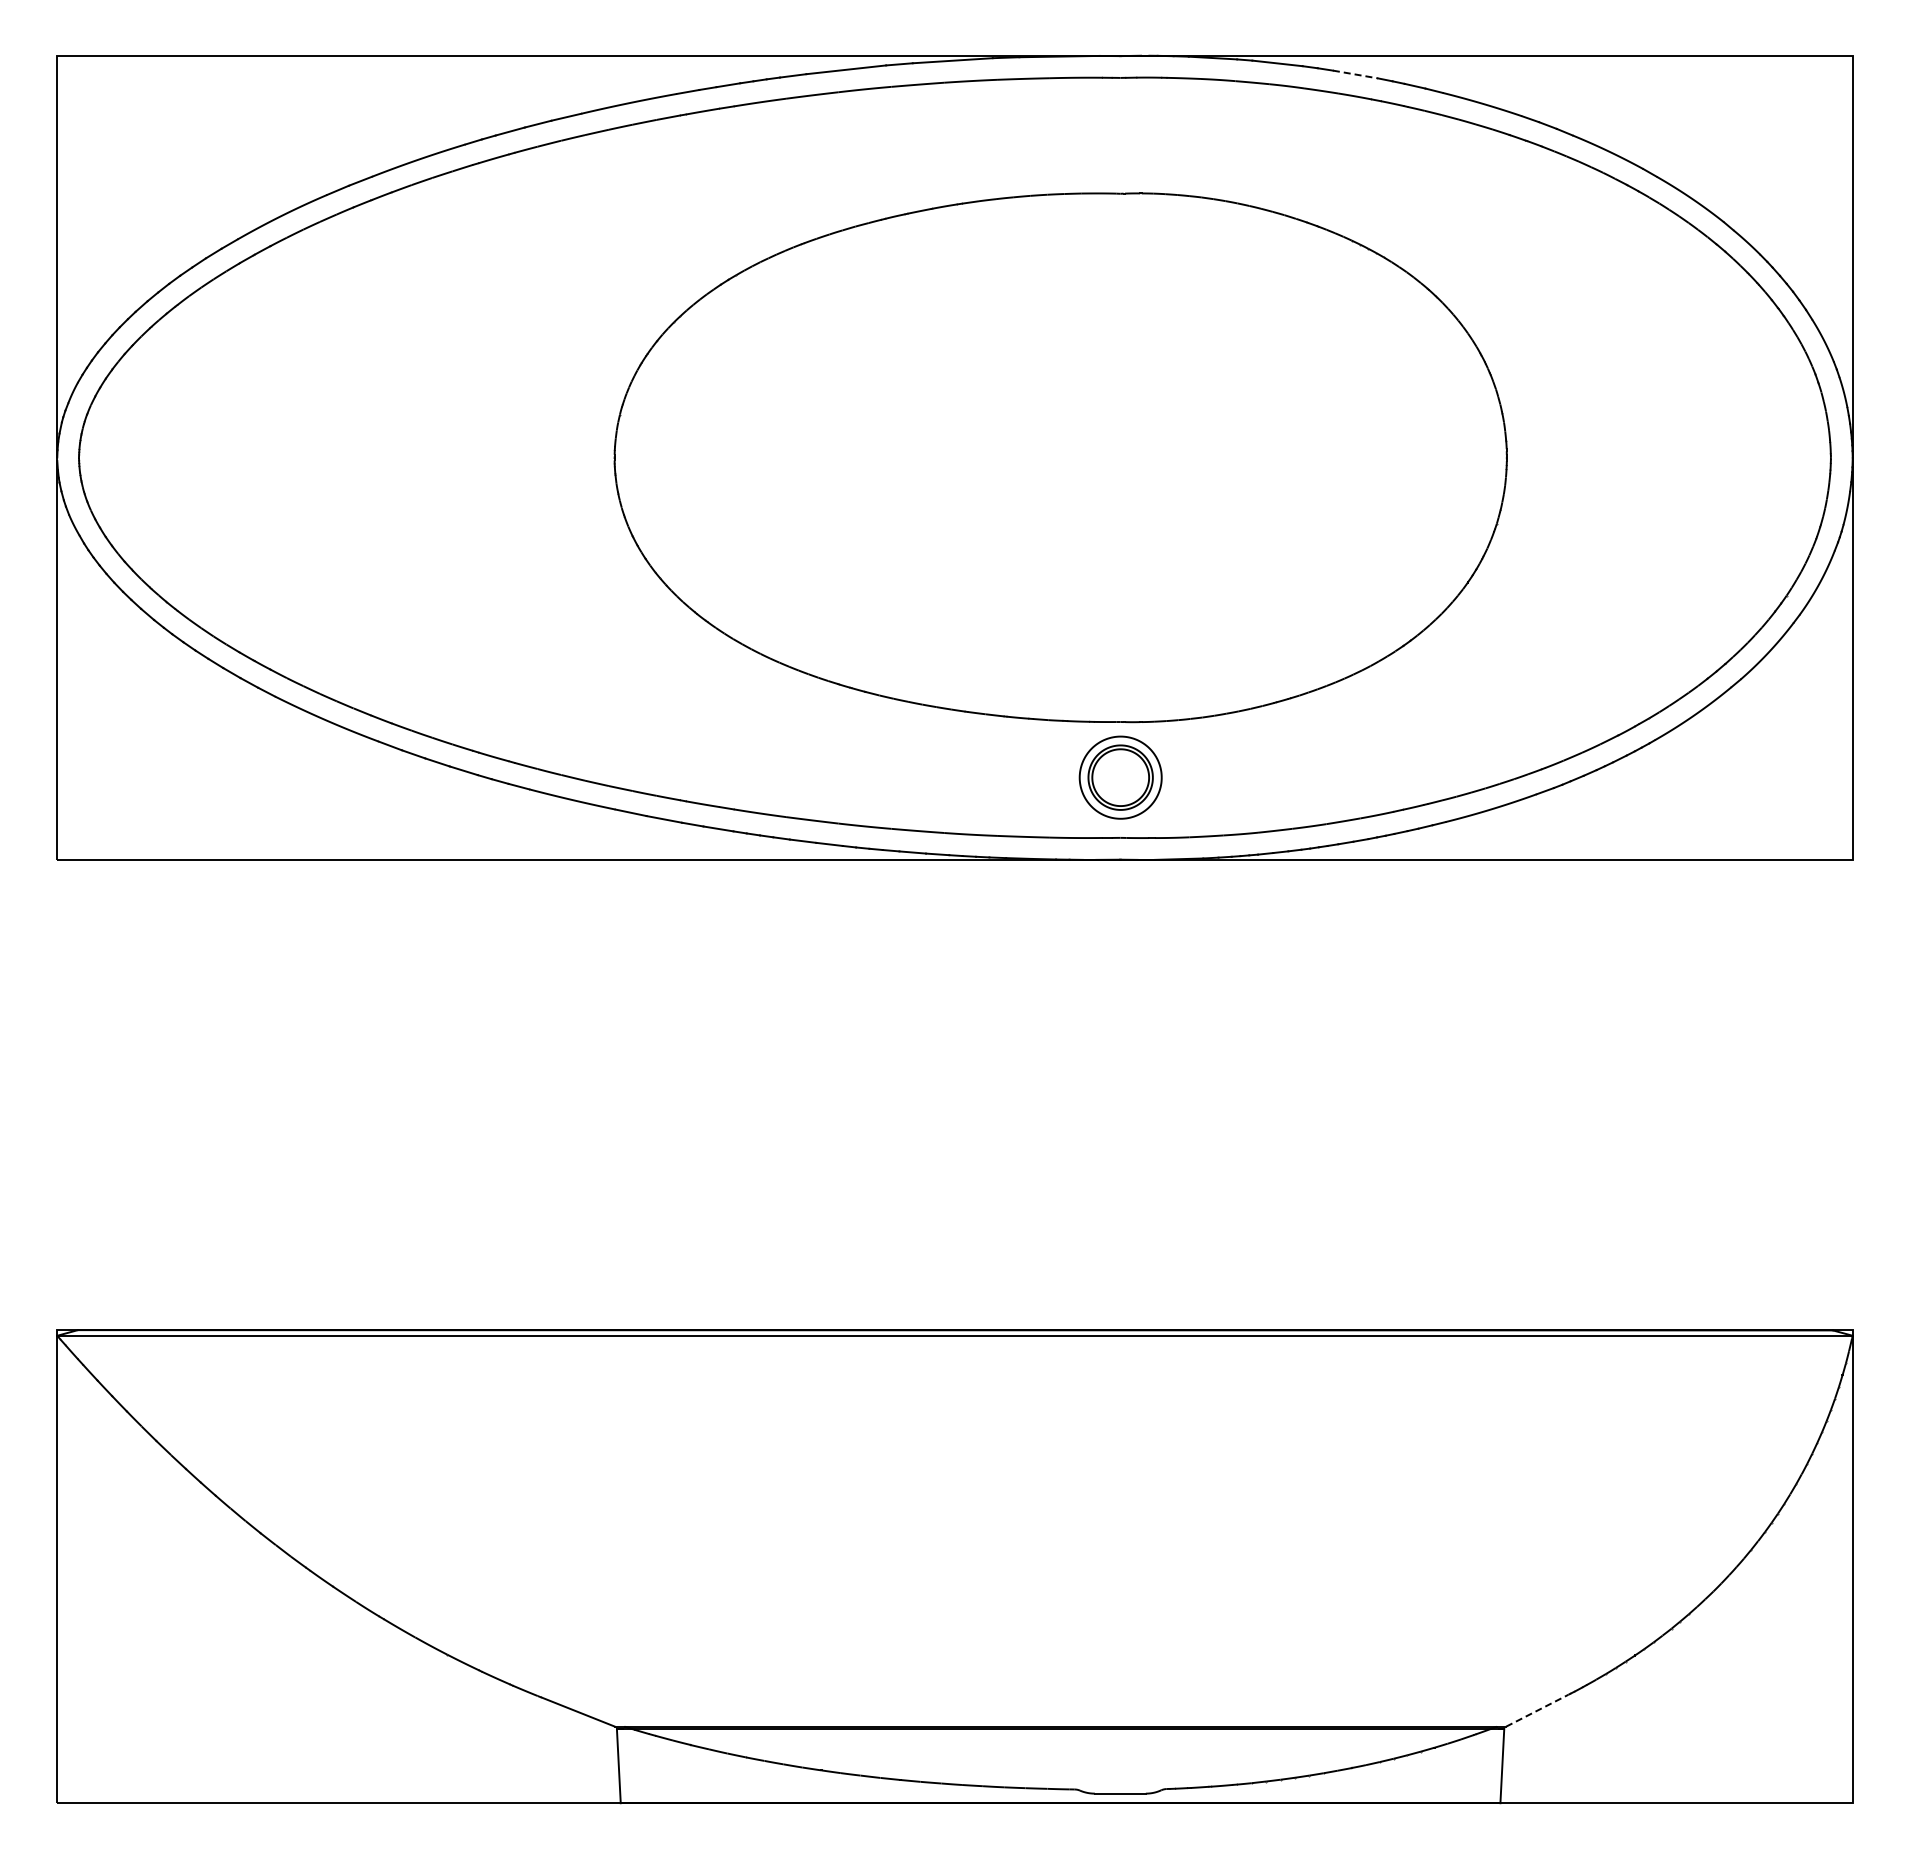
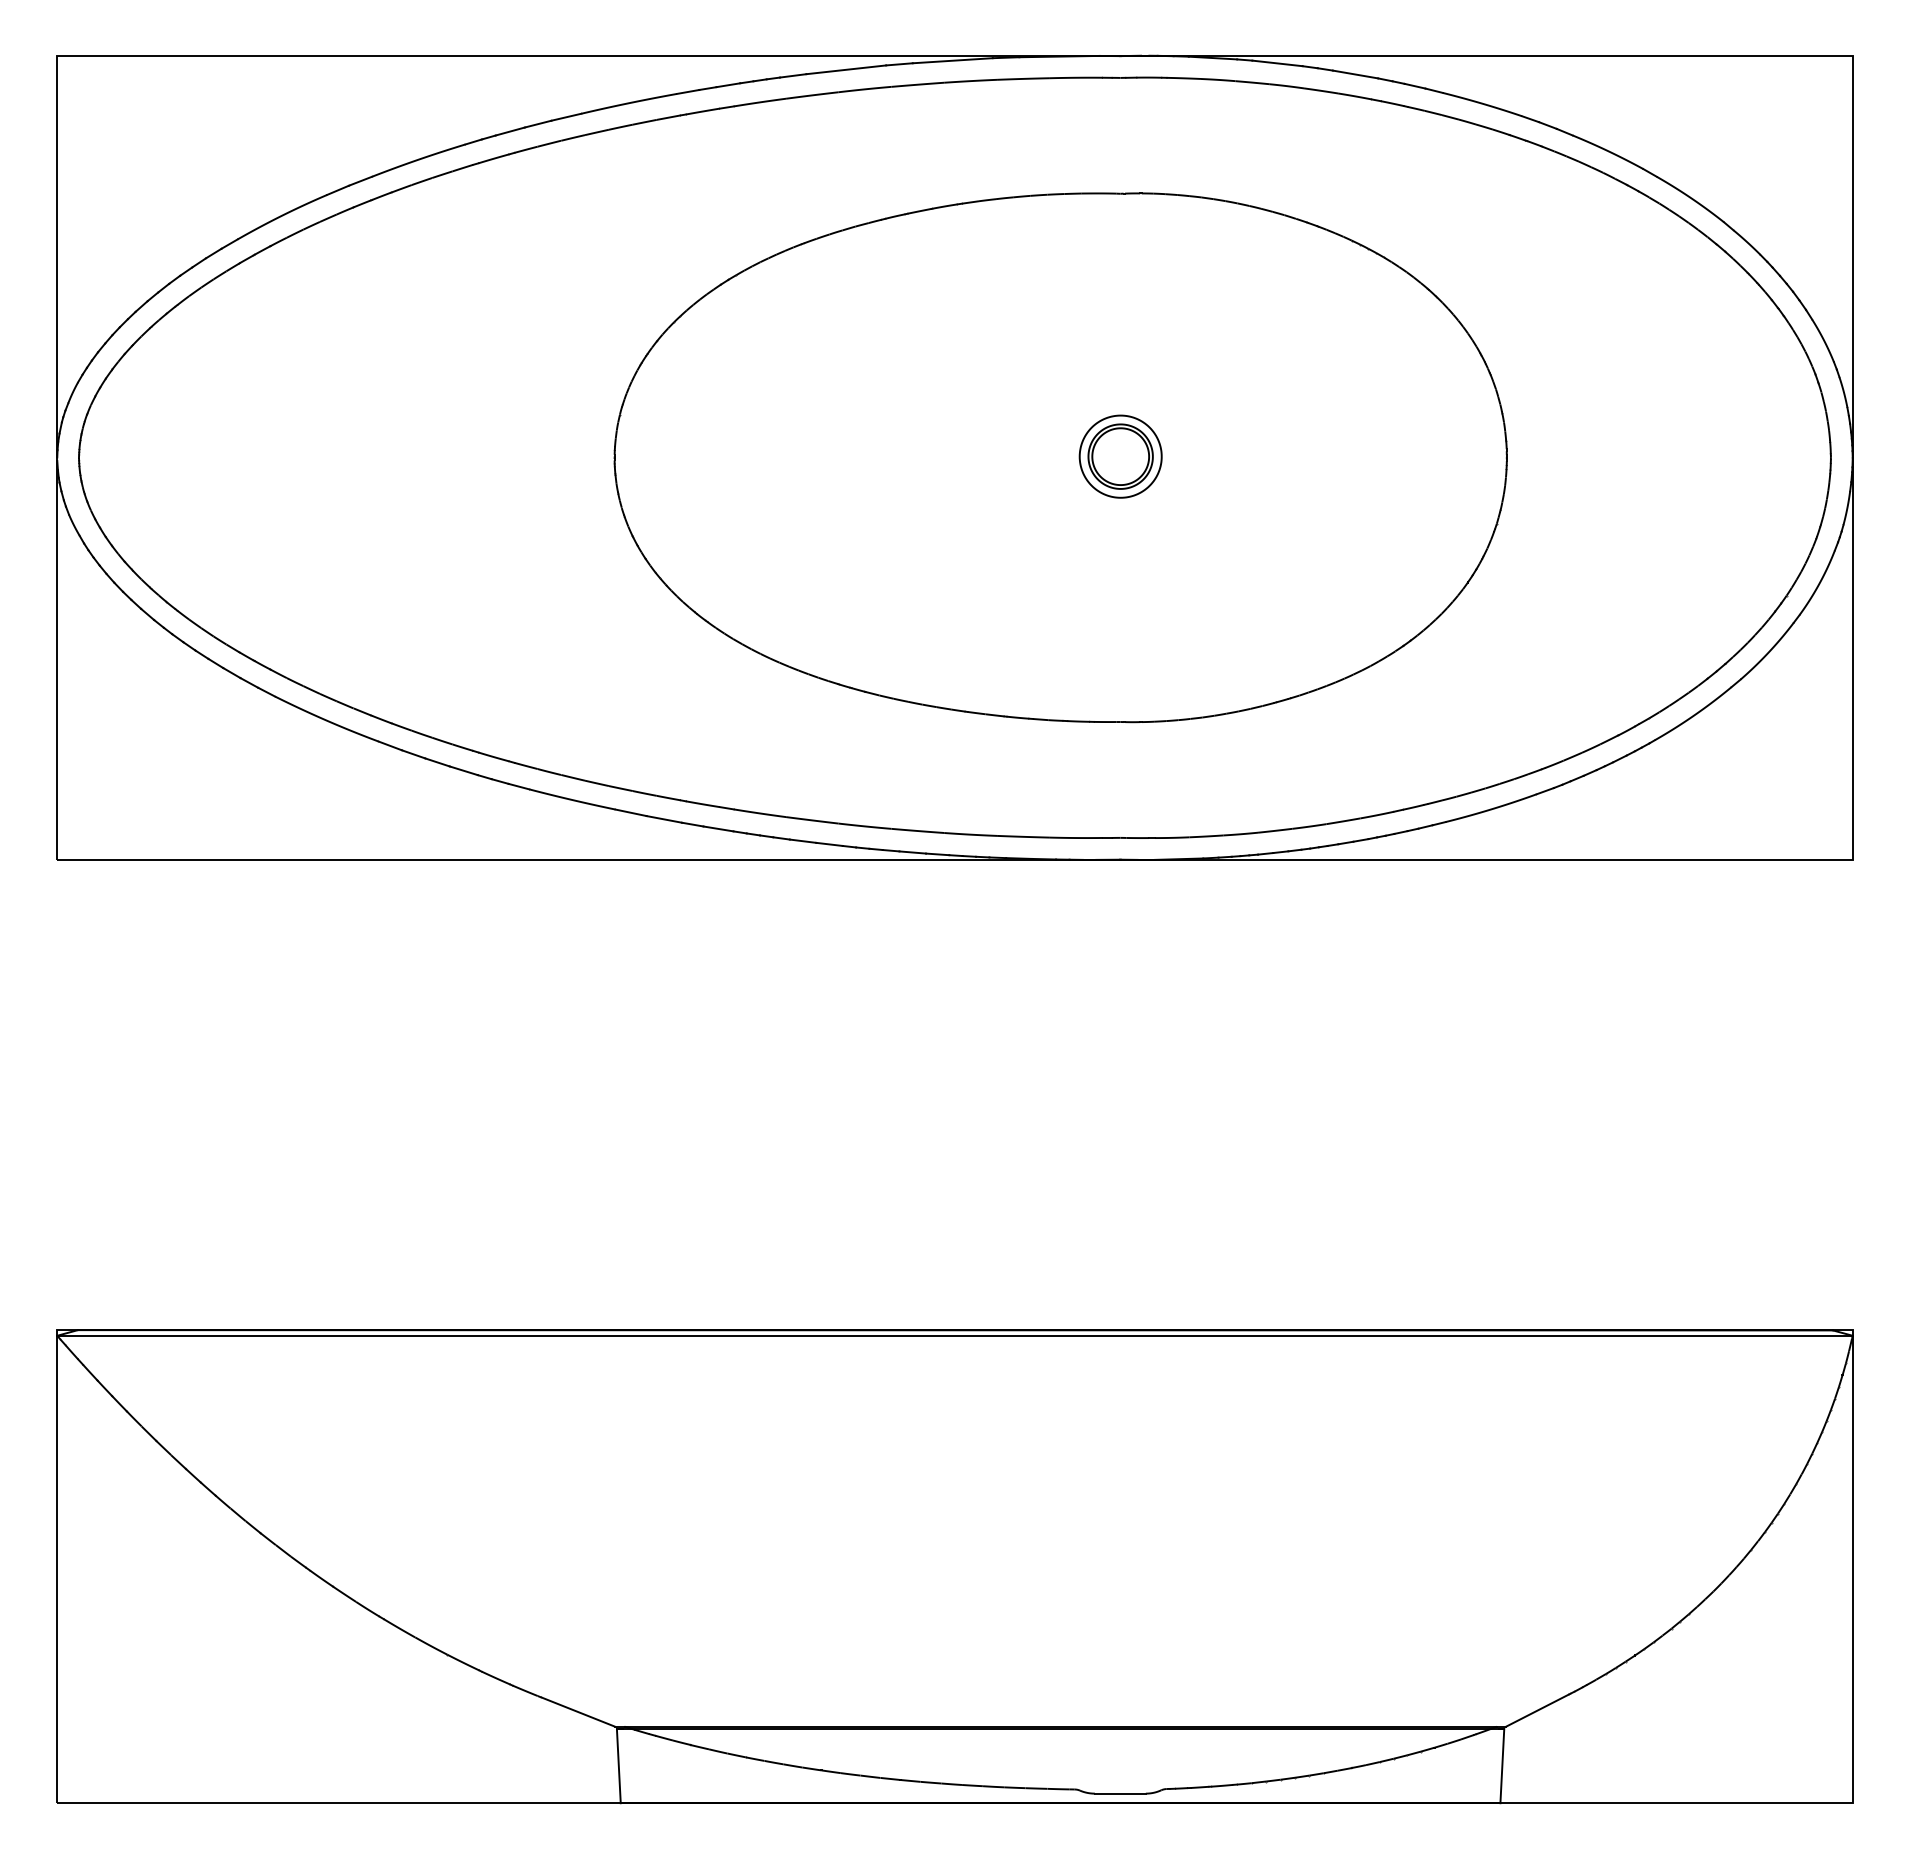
line at (1355, 74): dashed -> solid
part at (1120, 777) position: (1120, 777) -> (1120, 456)
line at (1537, 1710): dashed -> solid
